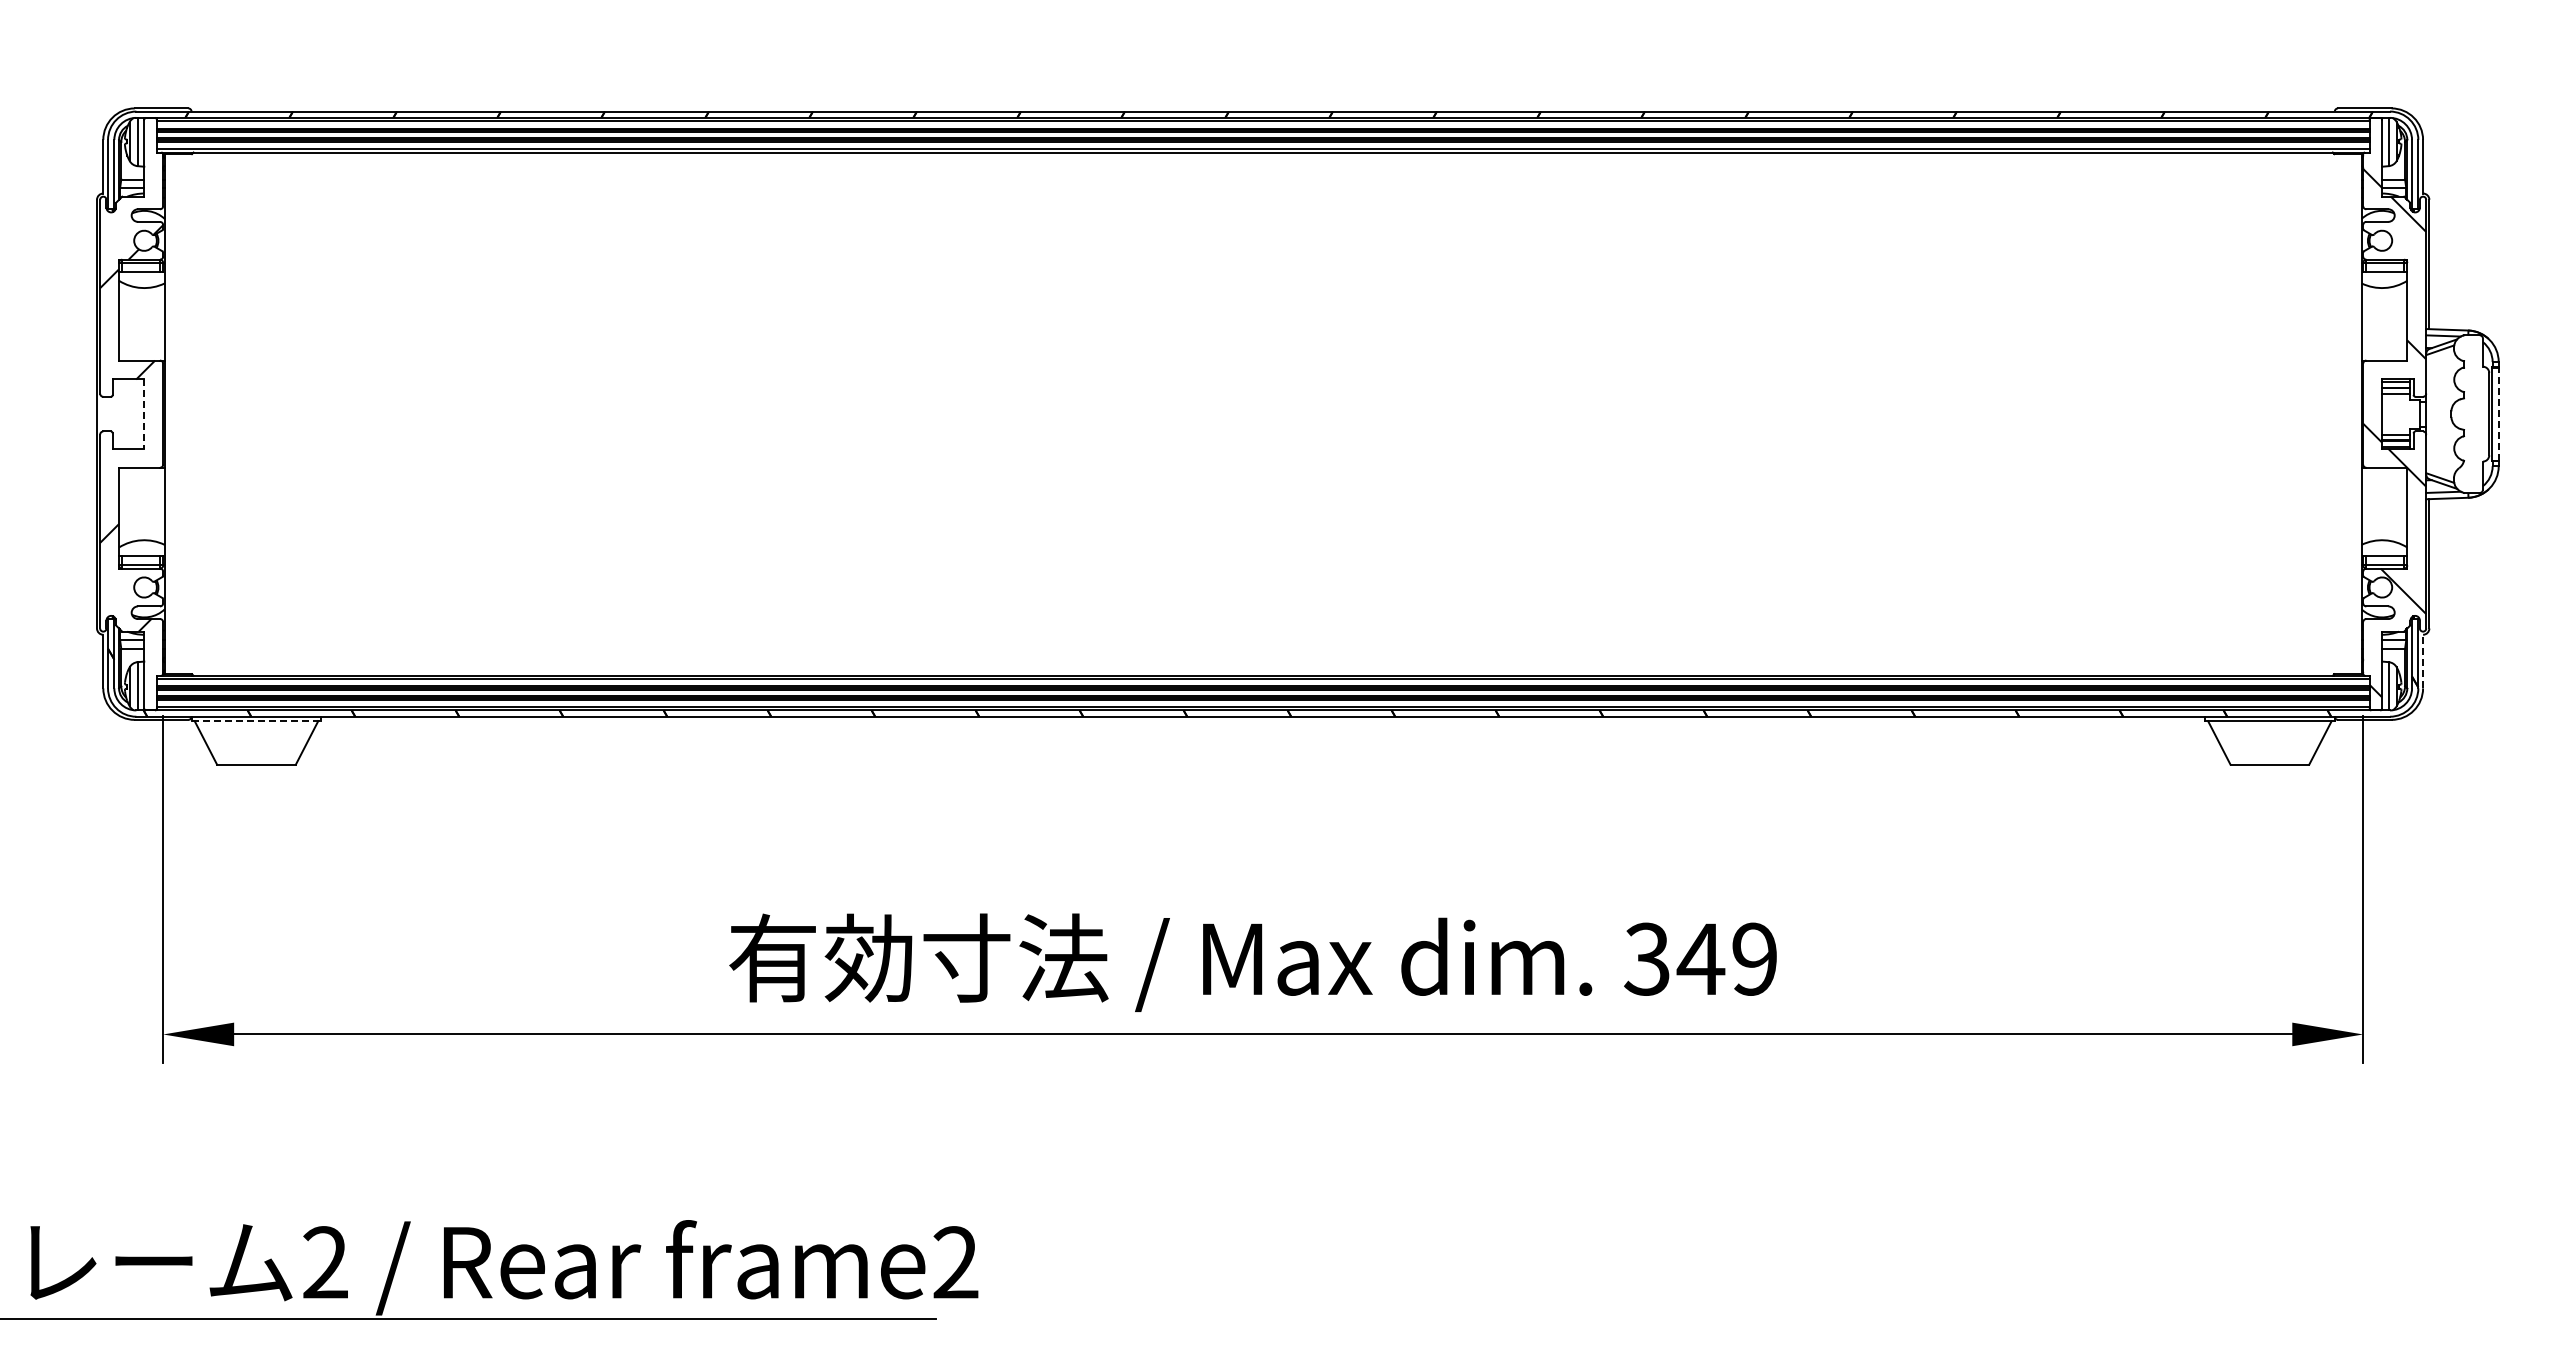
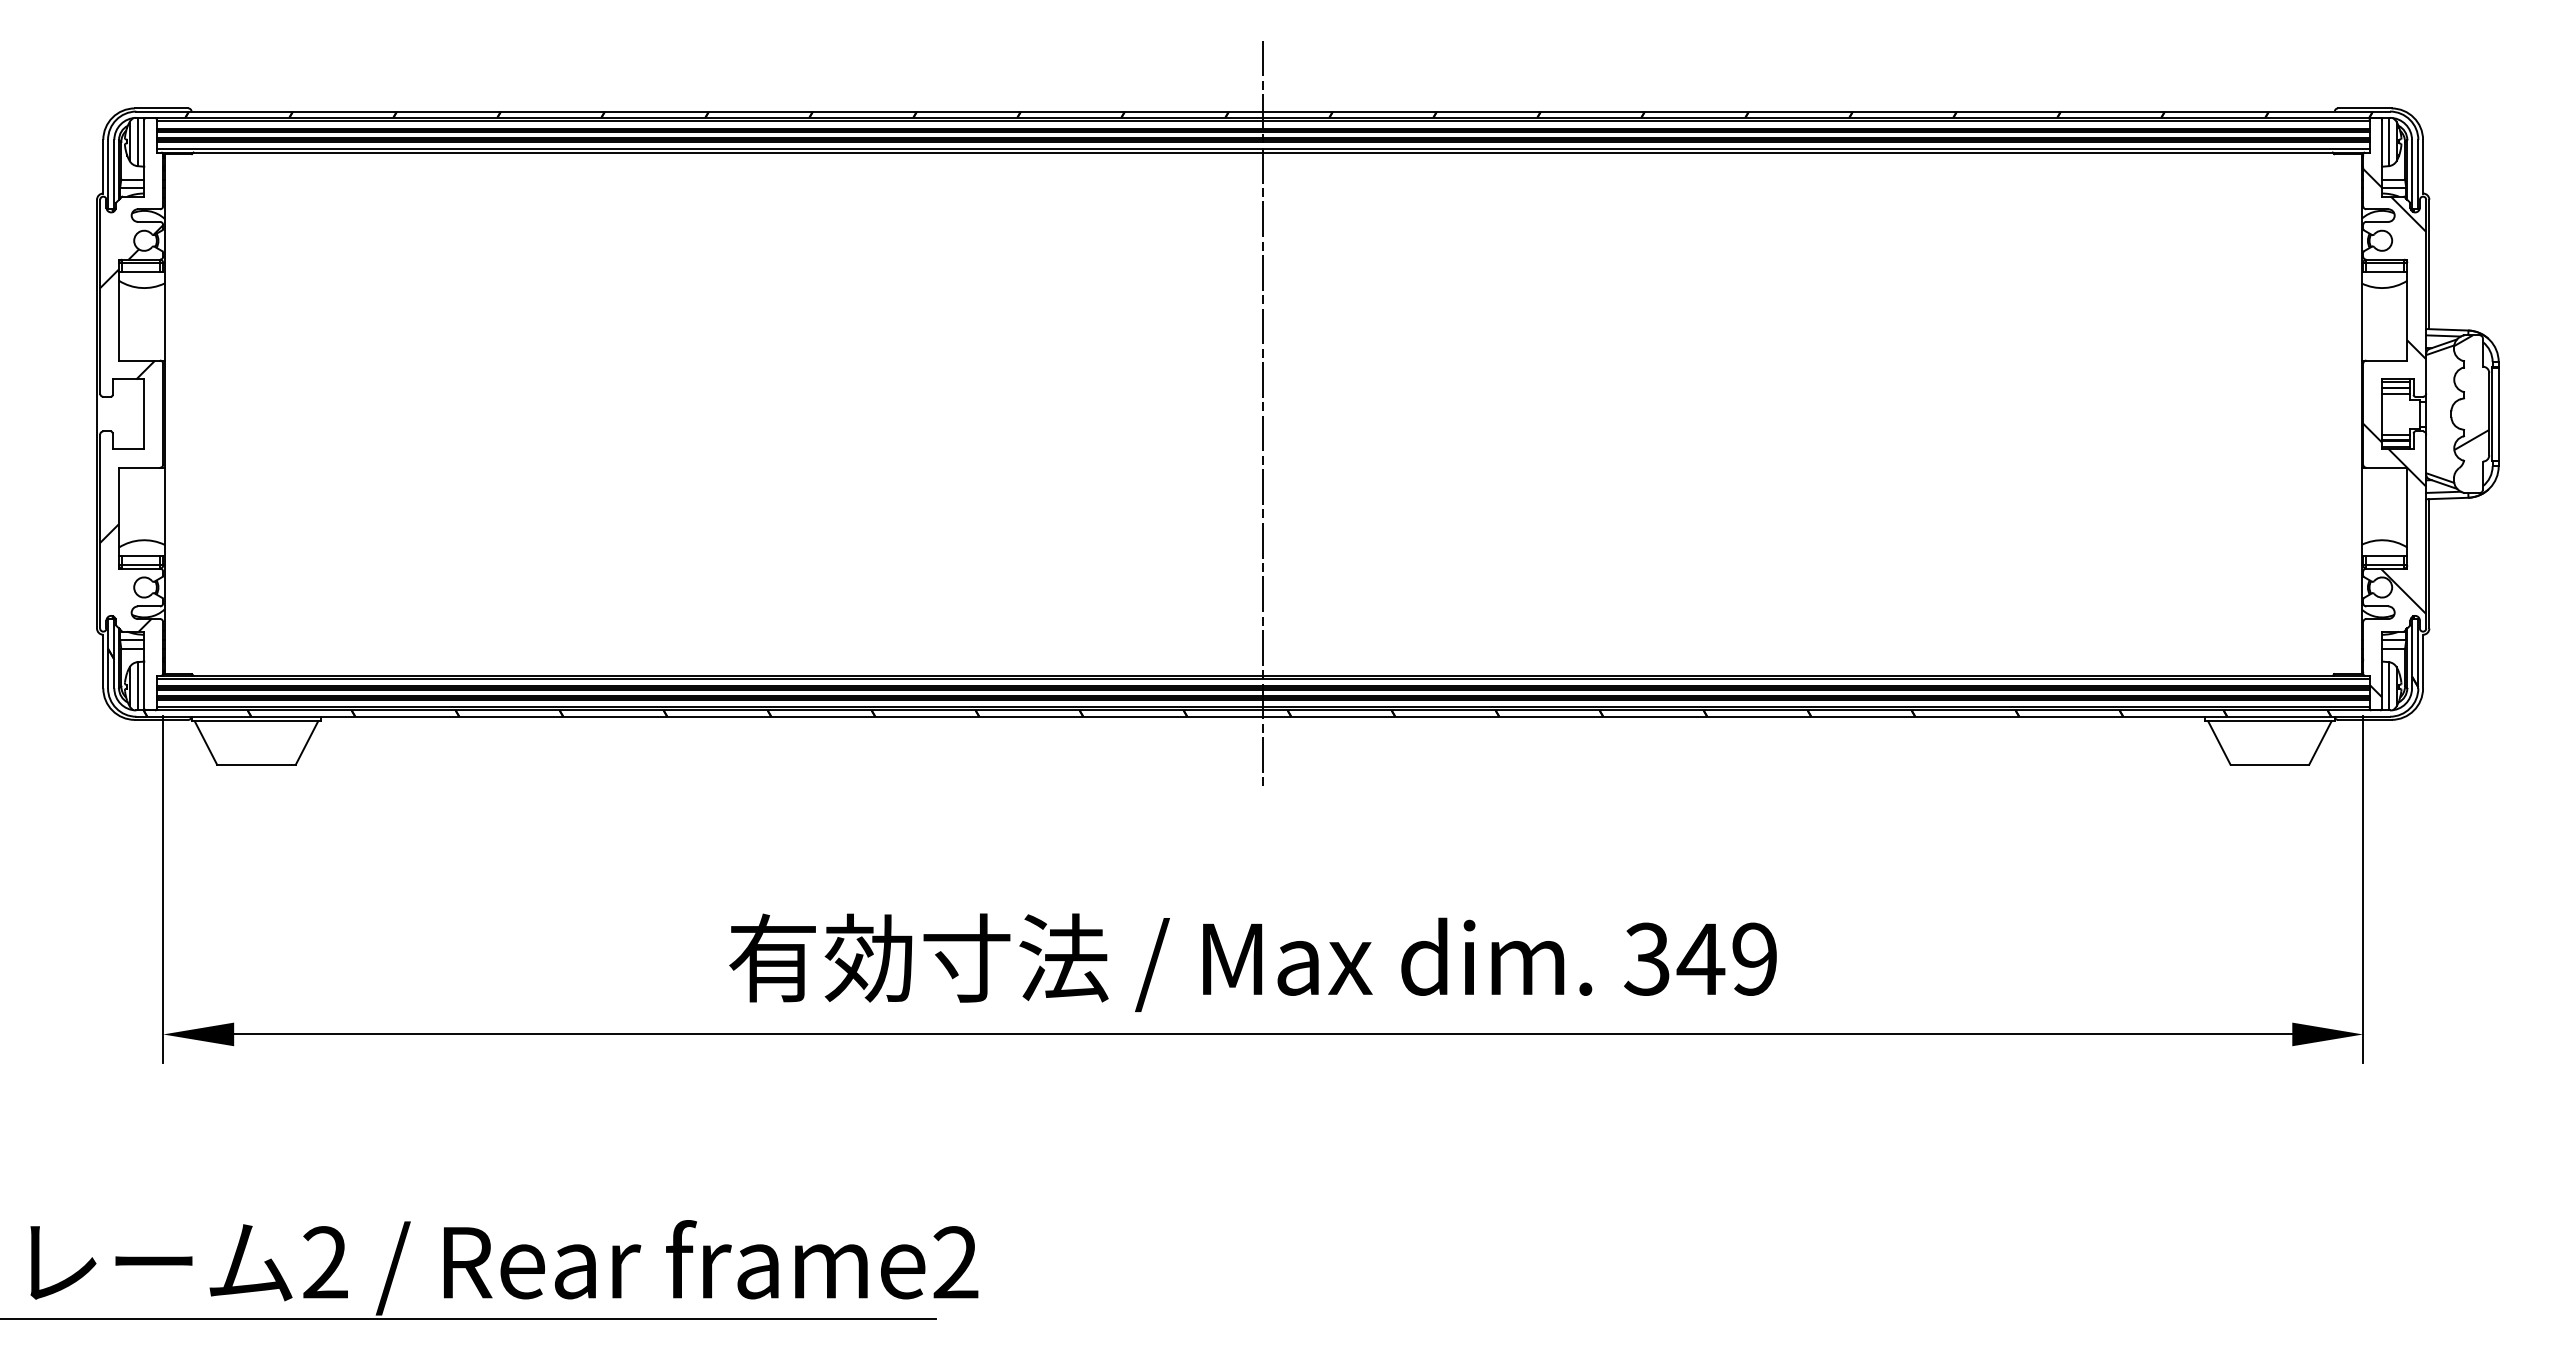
hatch at (2471, 392): none -> present
line at (1263, 413): none -> present
line at (144, 414): dashed -> solid
line at (2498, 414): dashed -> solid
line at (2423, 661): dashed -> solid
line at (256, 721): dashed -> solid
